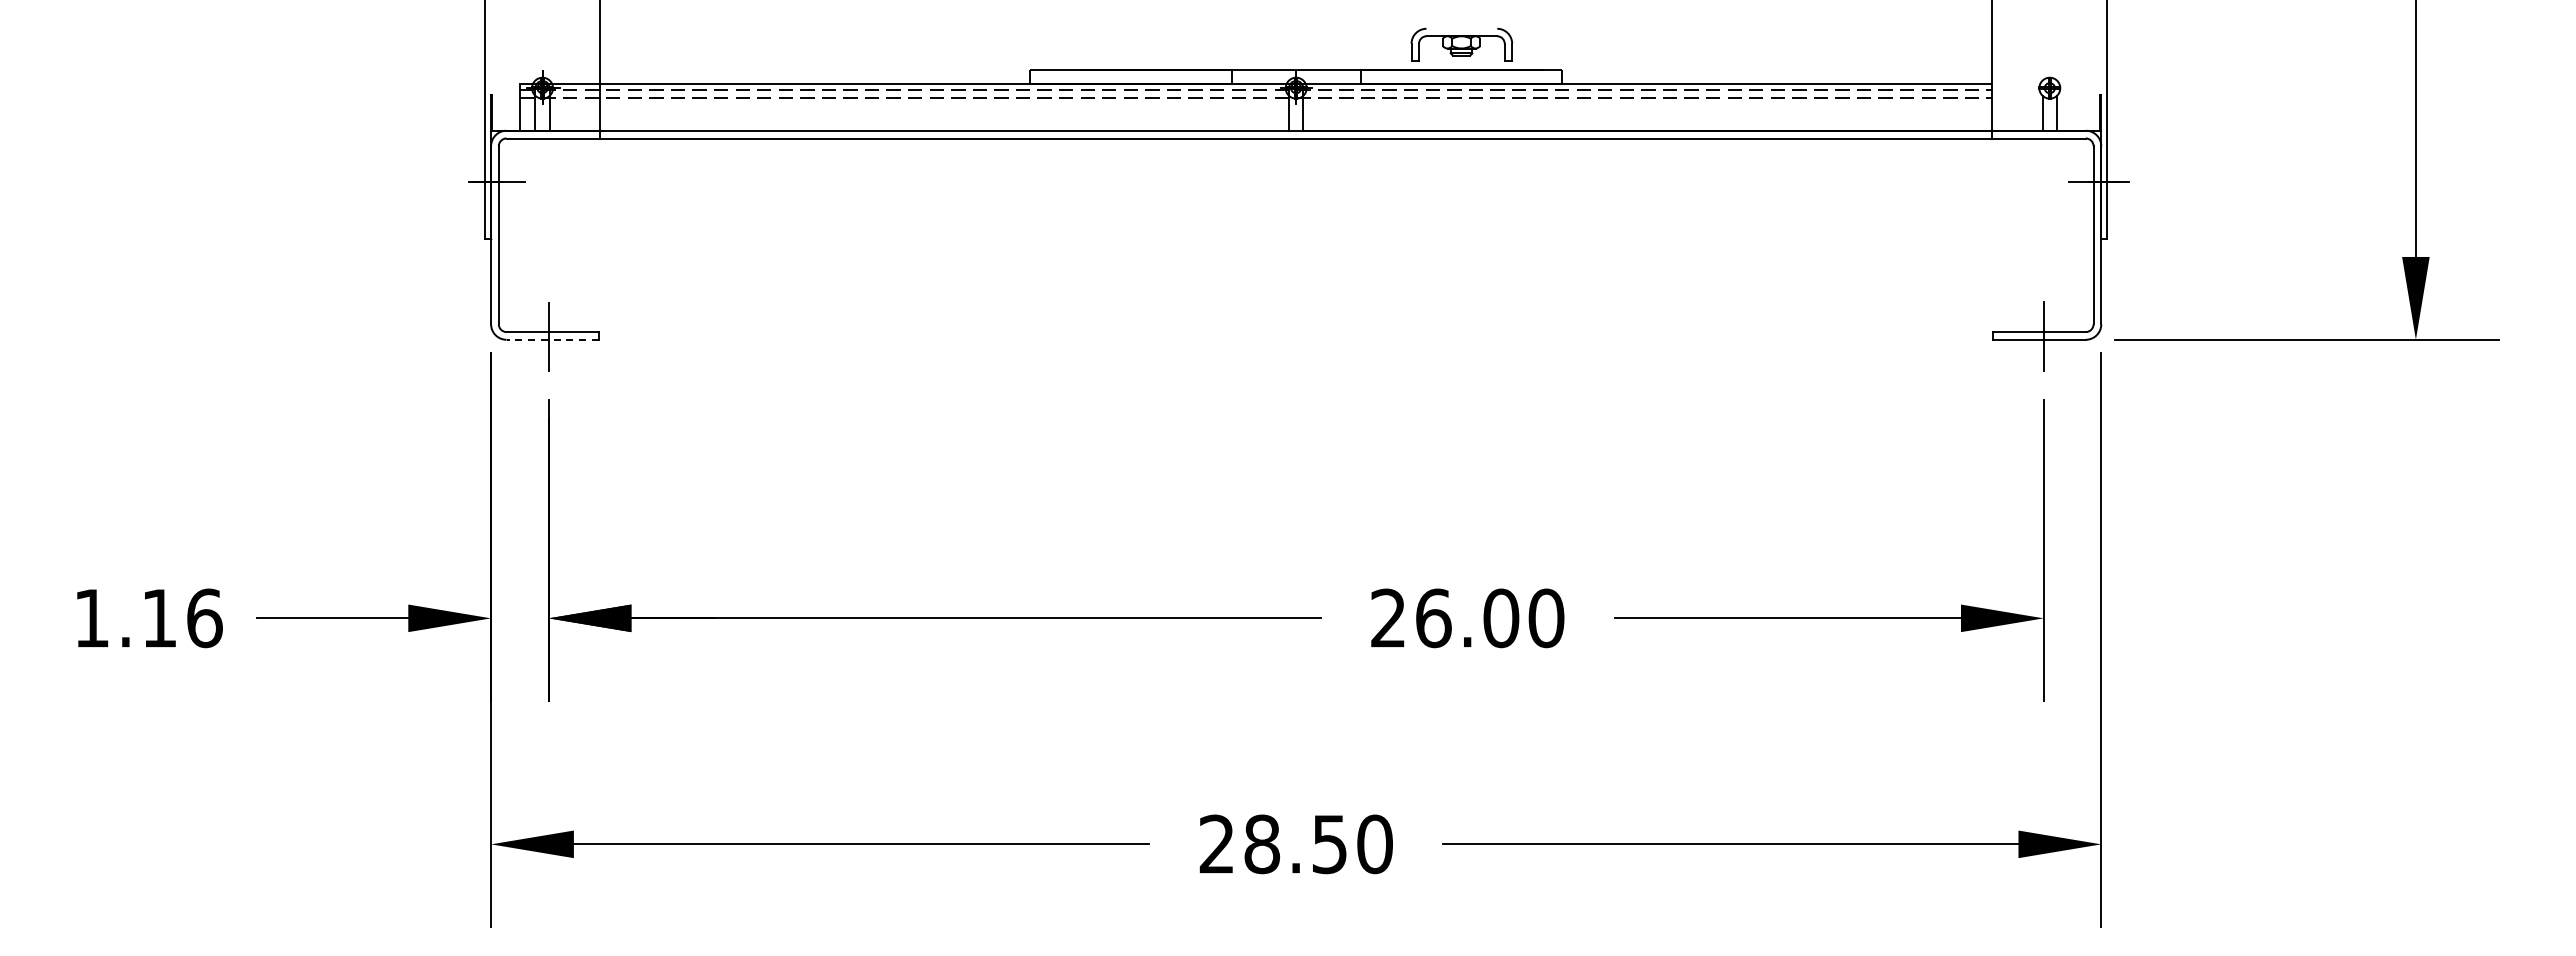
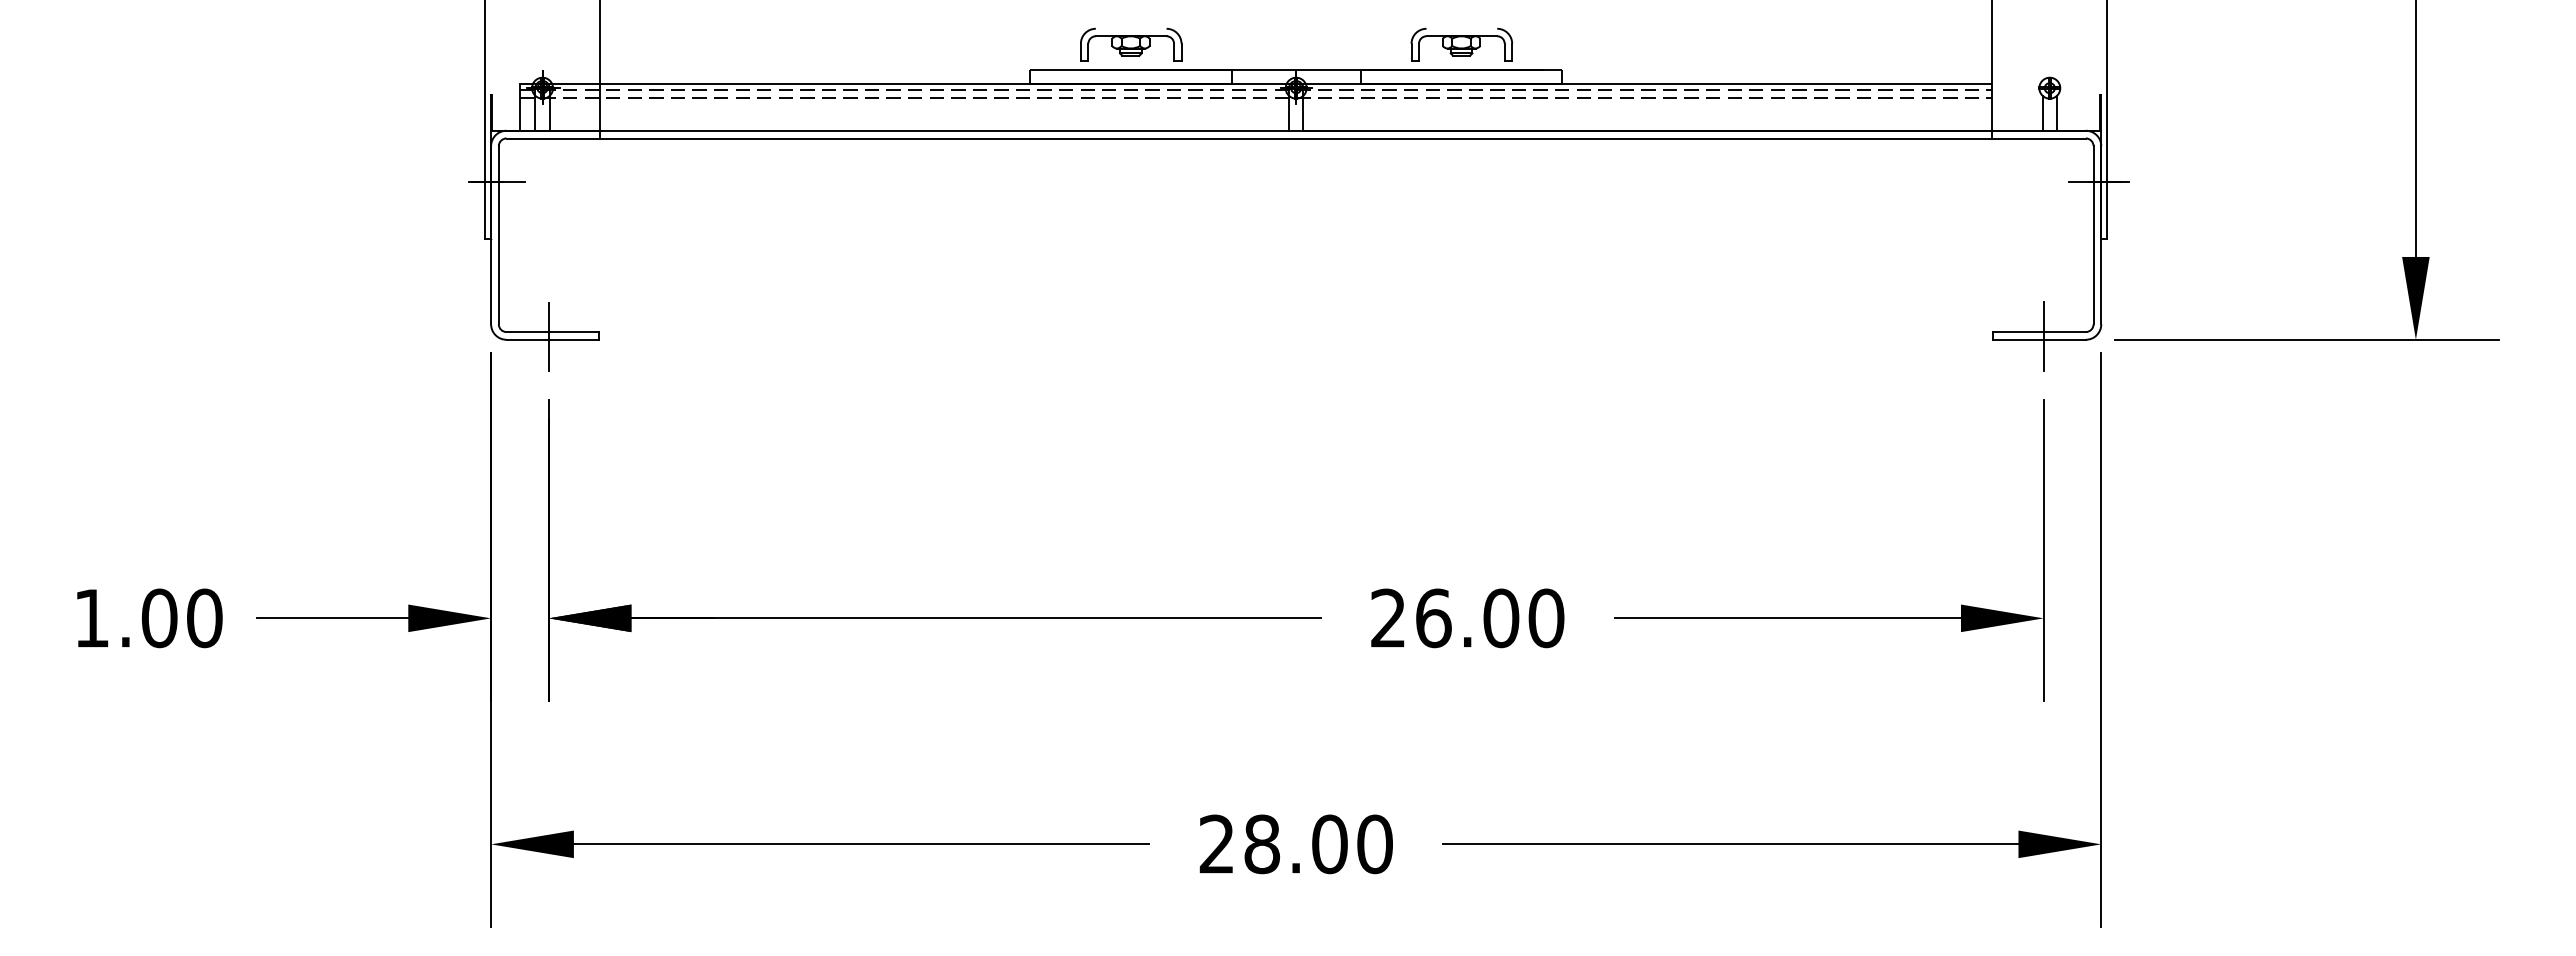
part at (1131, 44): none -> present
line at (552, 339): dashed -> solid
text at (181, 618): 1.16 -> 1.00
text at (1329, 844): 28.50 -> 28.00
